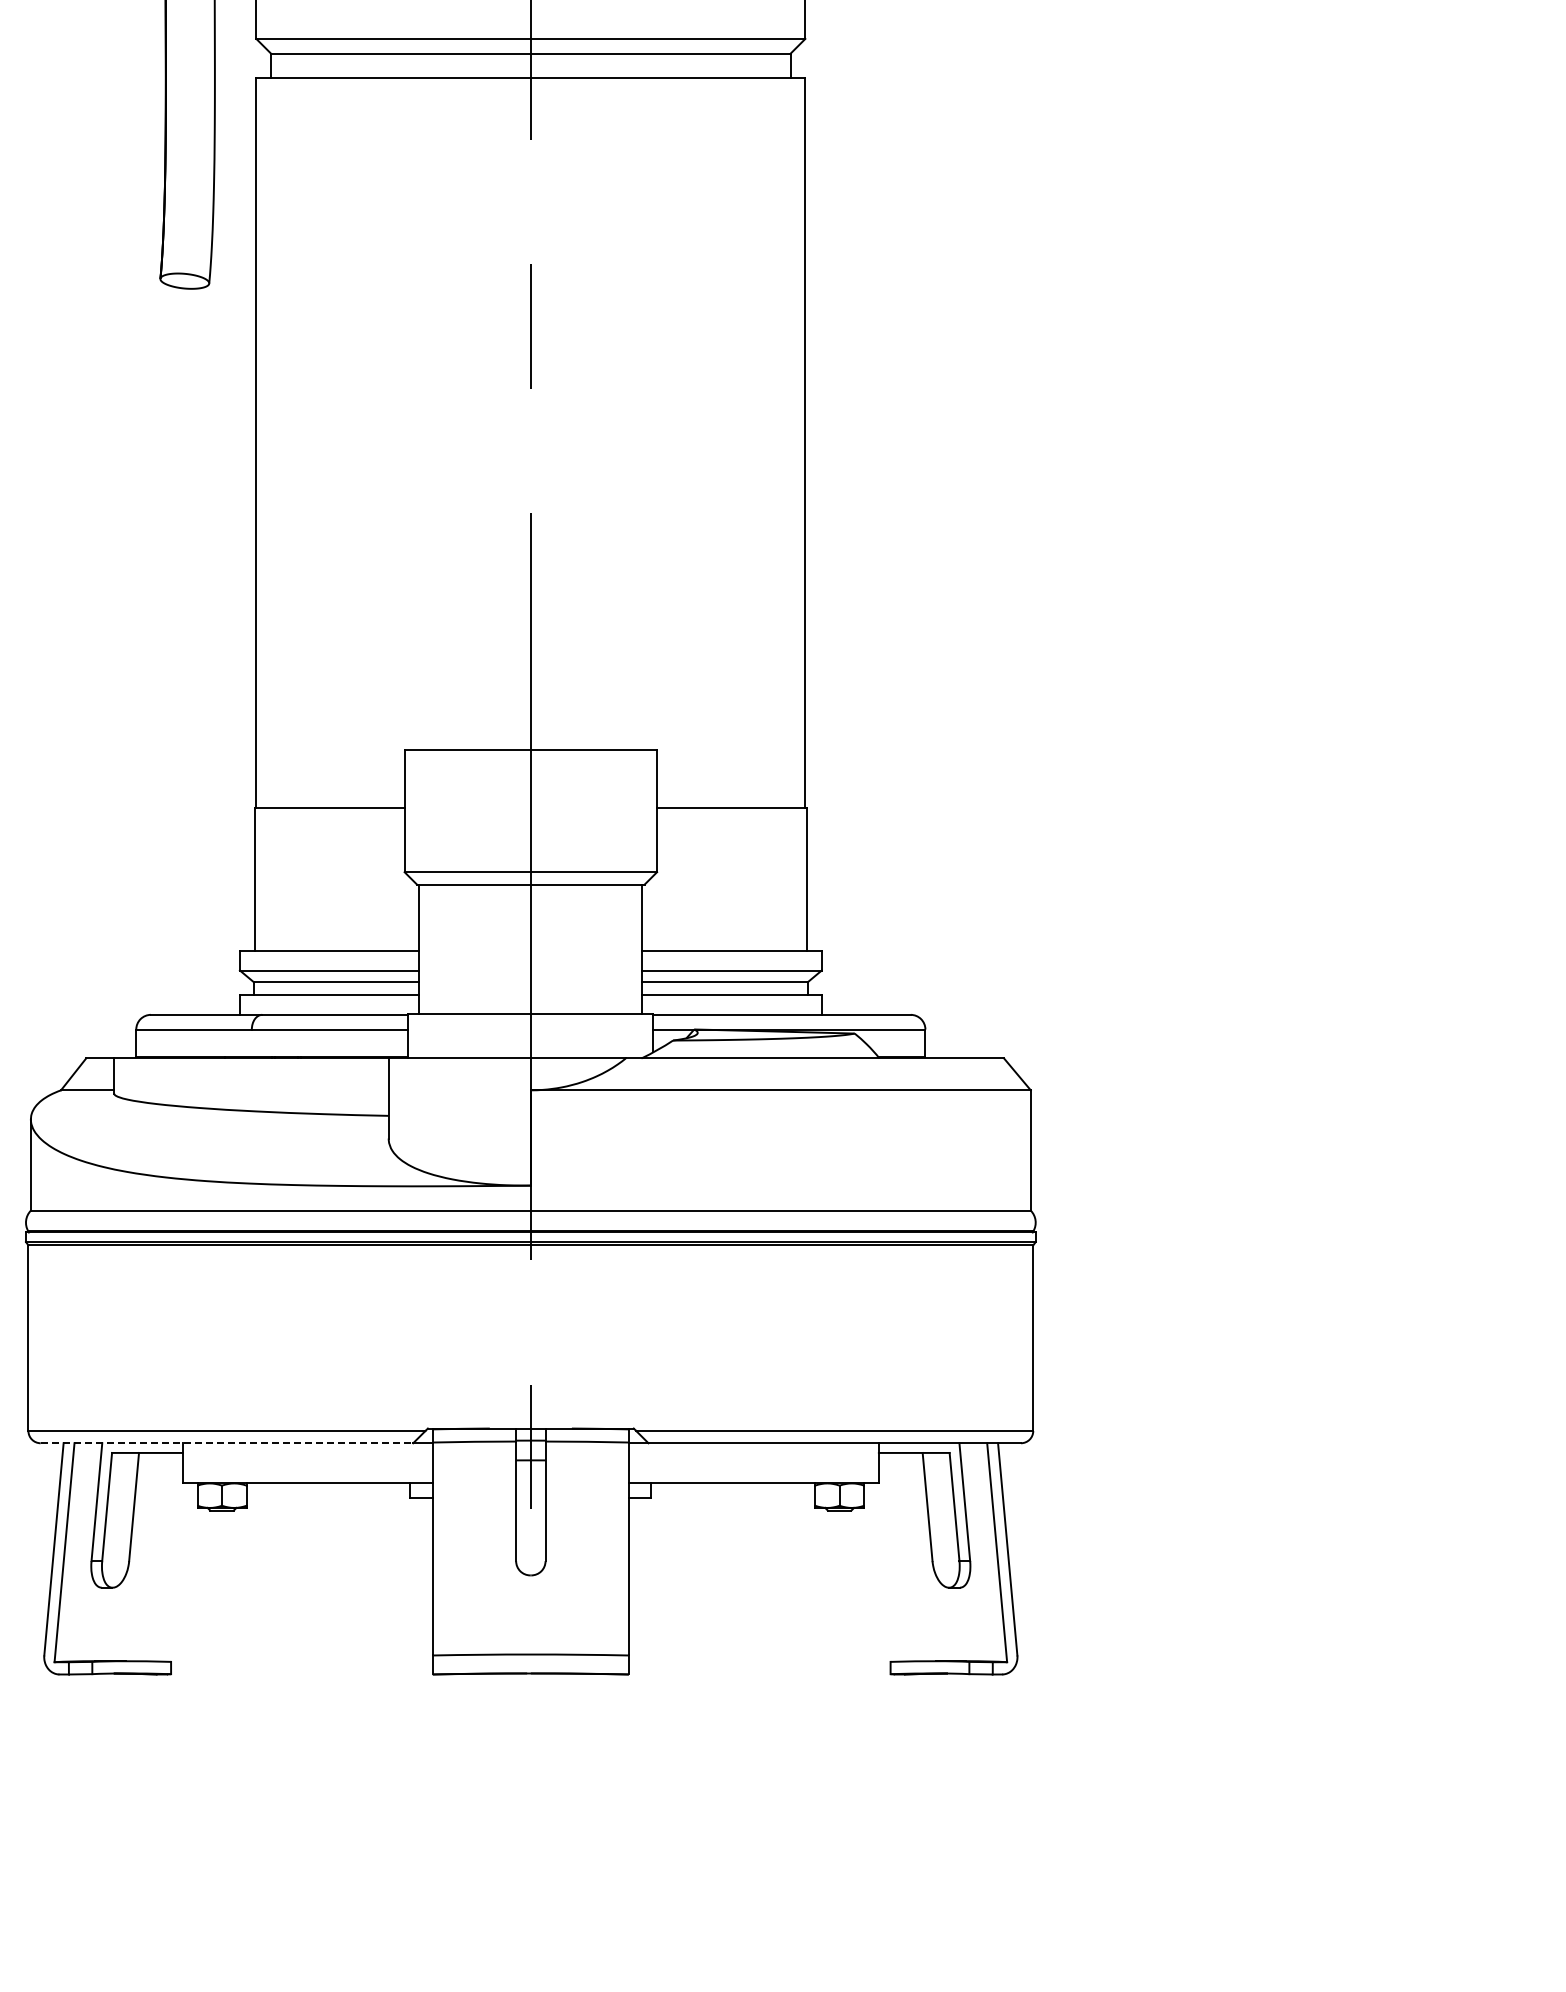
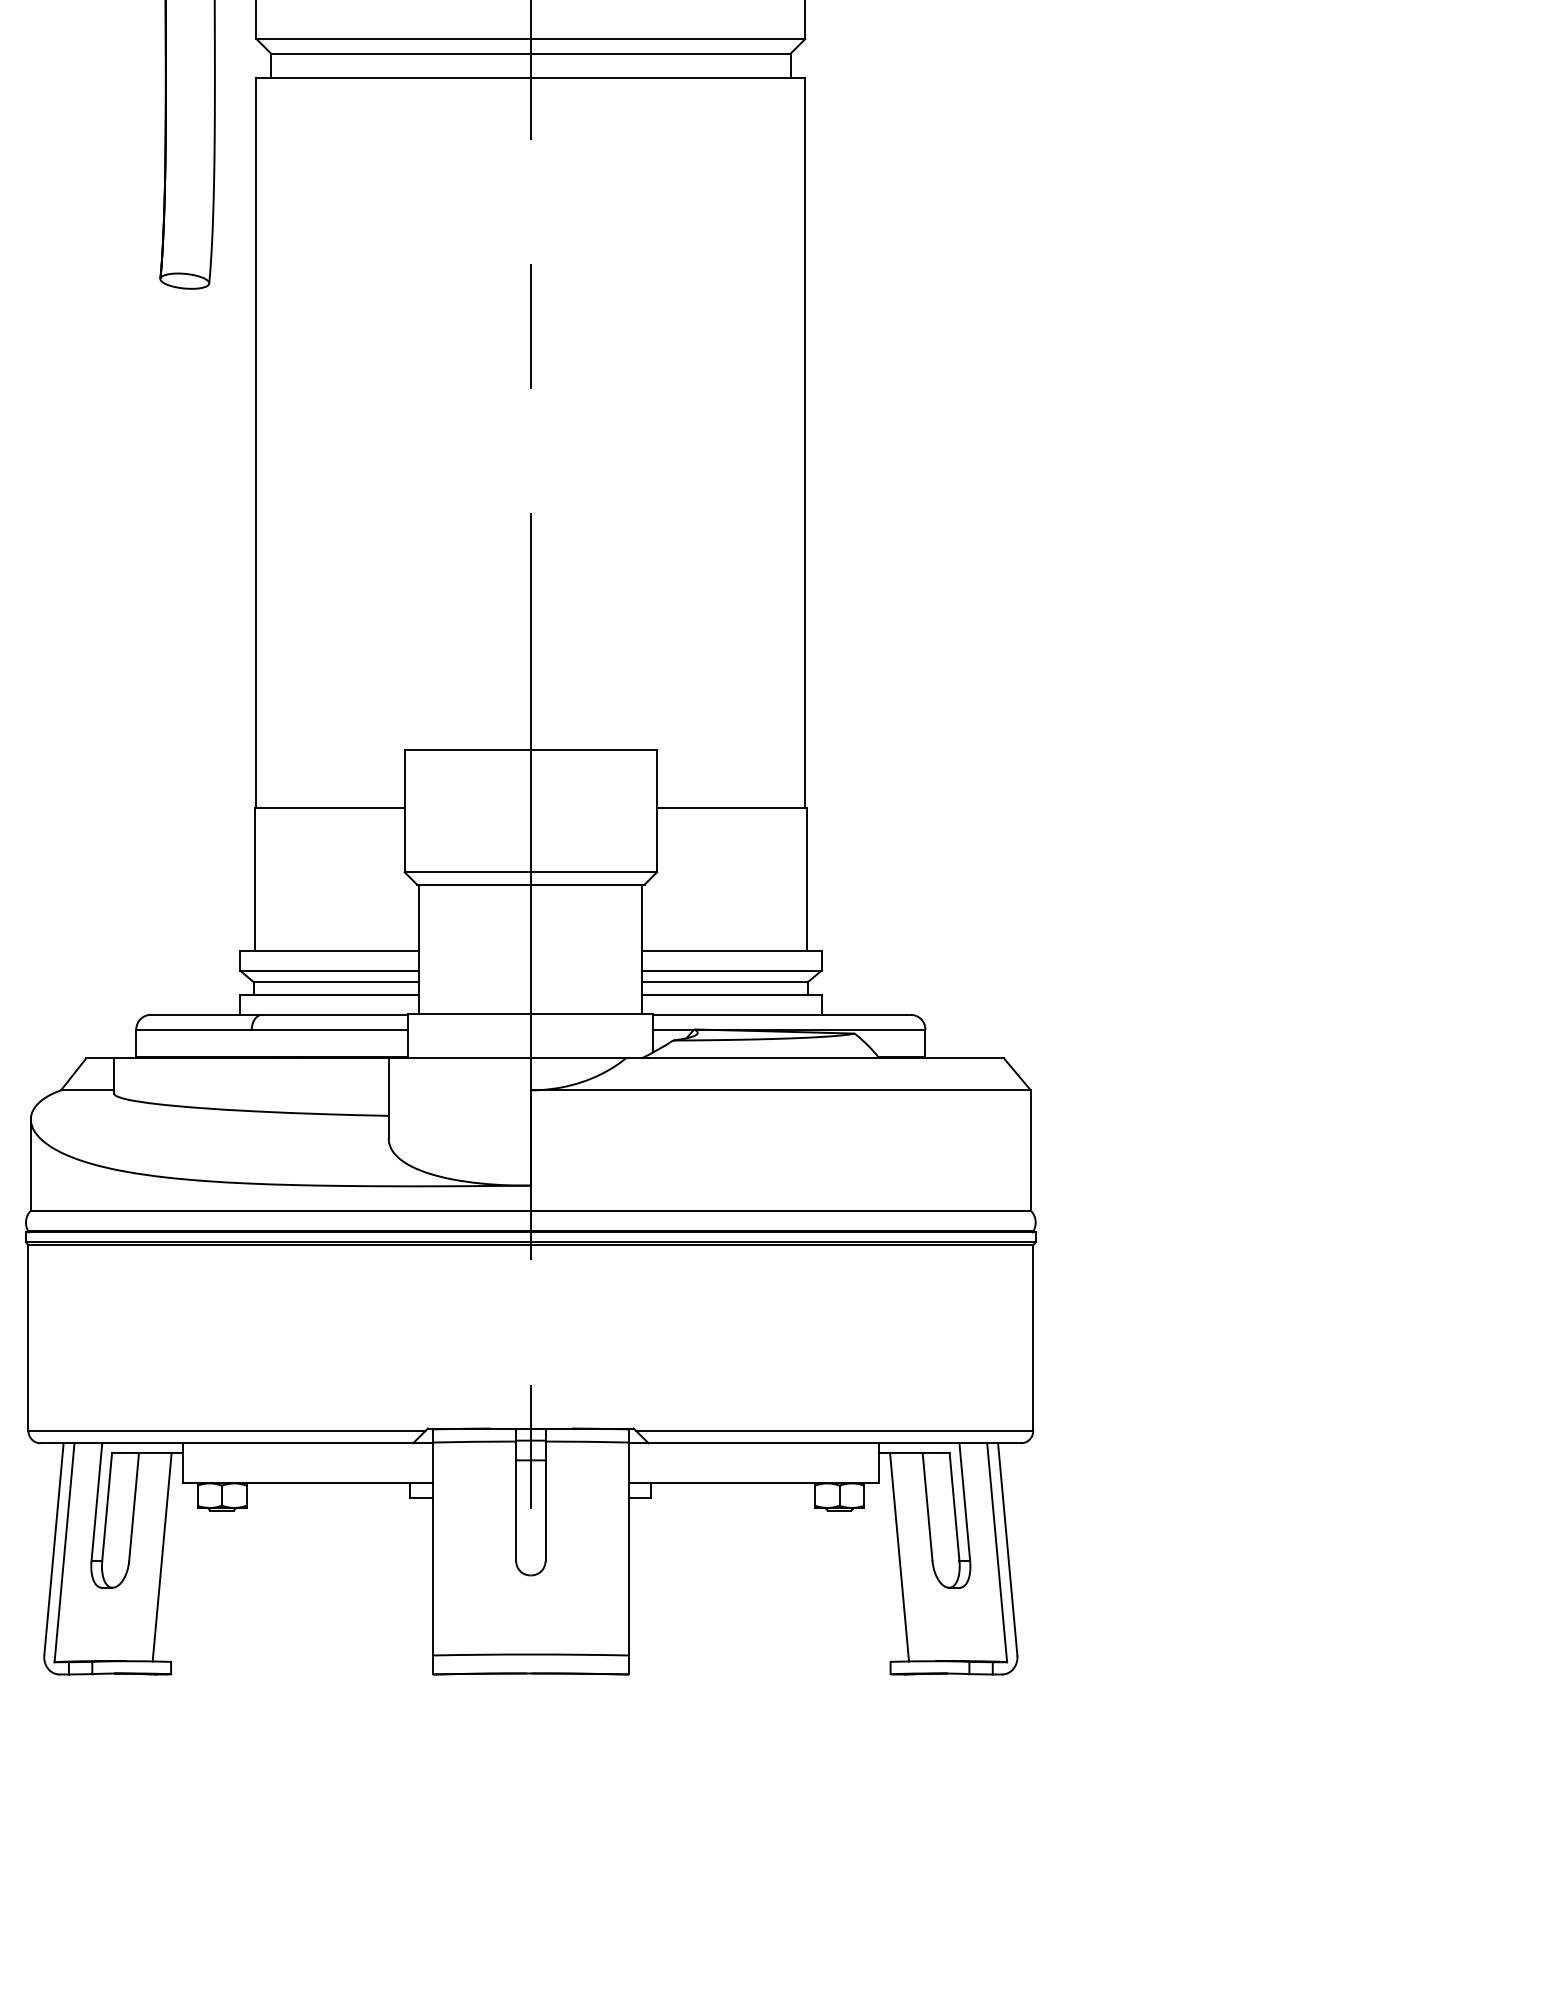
line at (227, 1443): dashed -> solid
line at (161, 1556): none -> present
line at (899, 1556): none -> present
